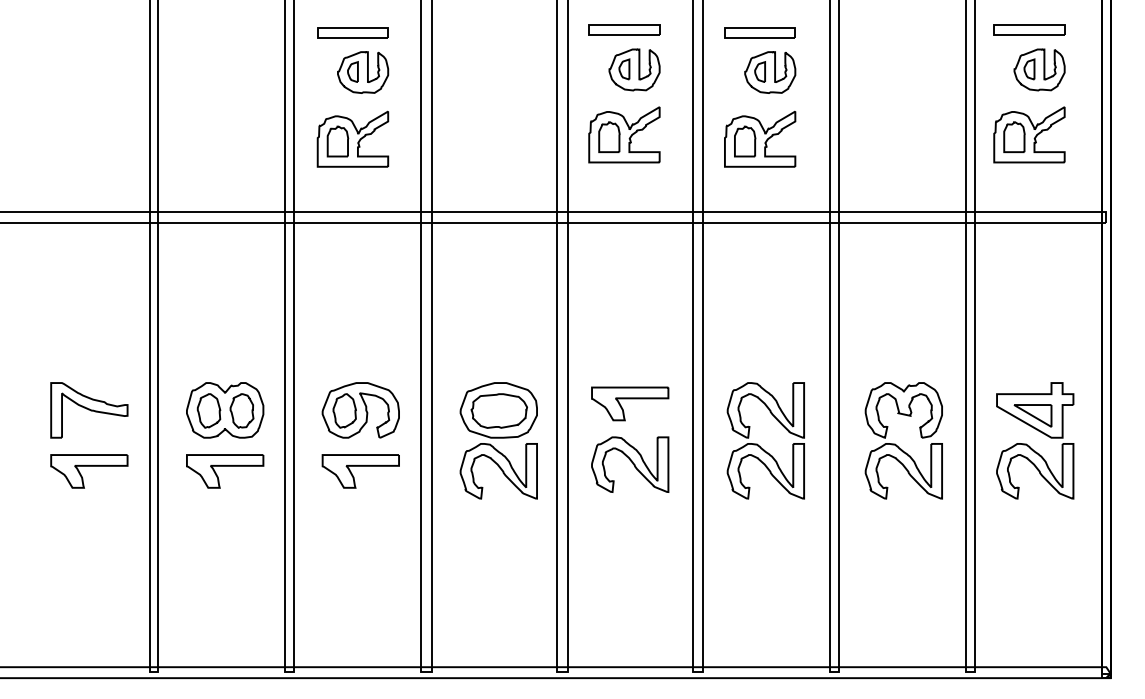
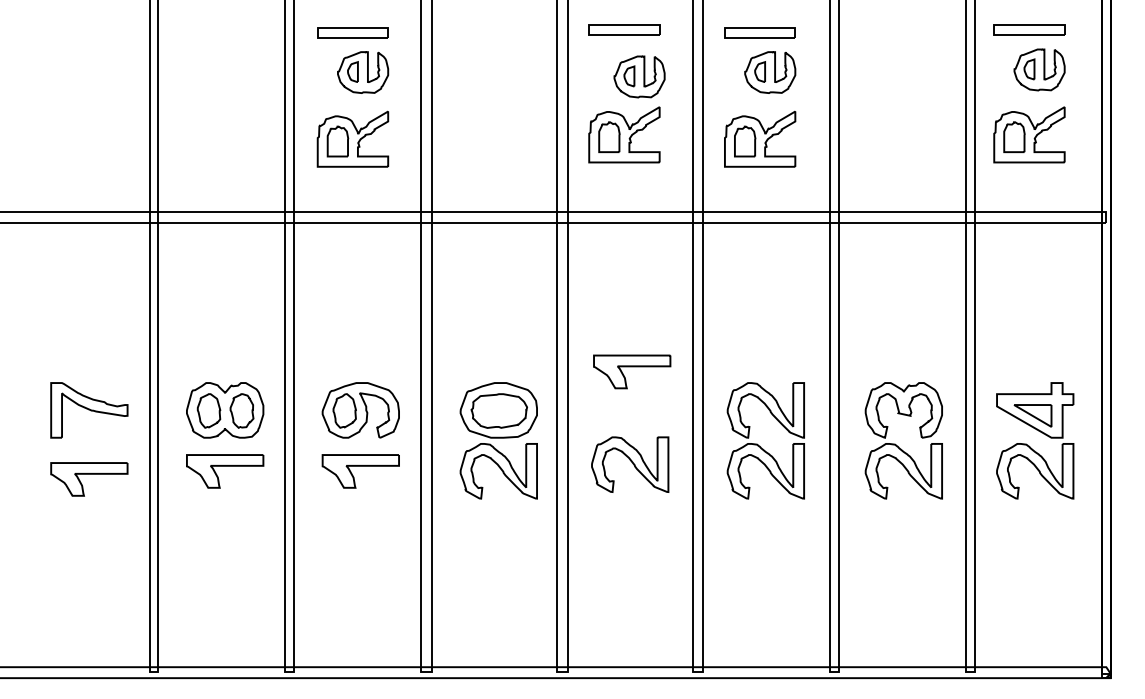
part at (634, 69) position: (634, 69) -> (639, 76)
part at (630, 403) position: (630, 403) -> (632, 371)
part at (89, 471) position: (89, 471) -> (89, 479)
